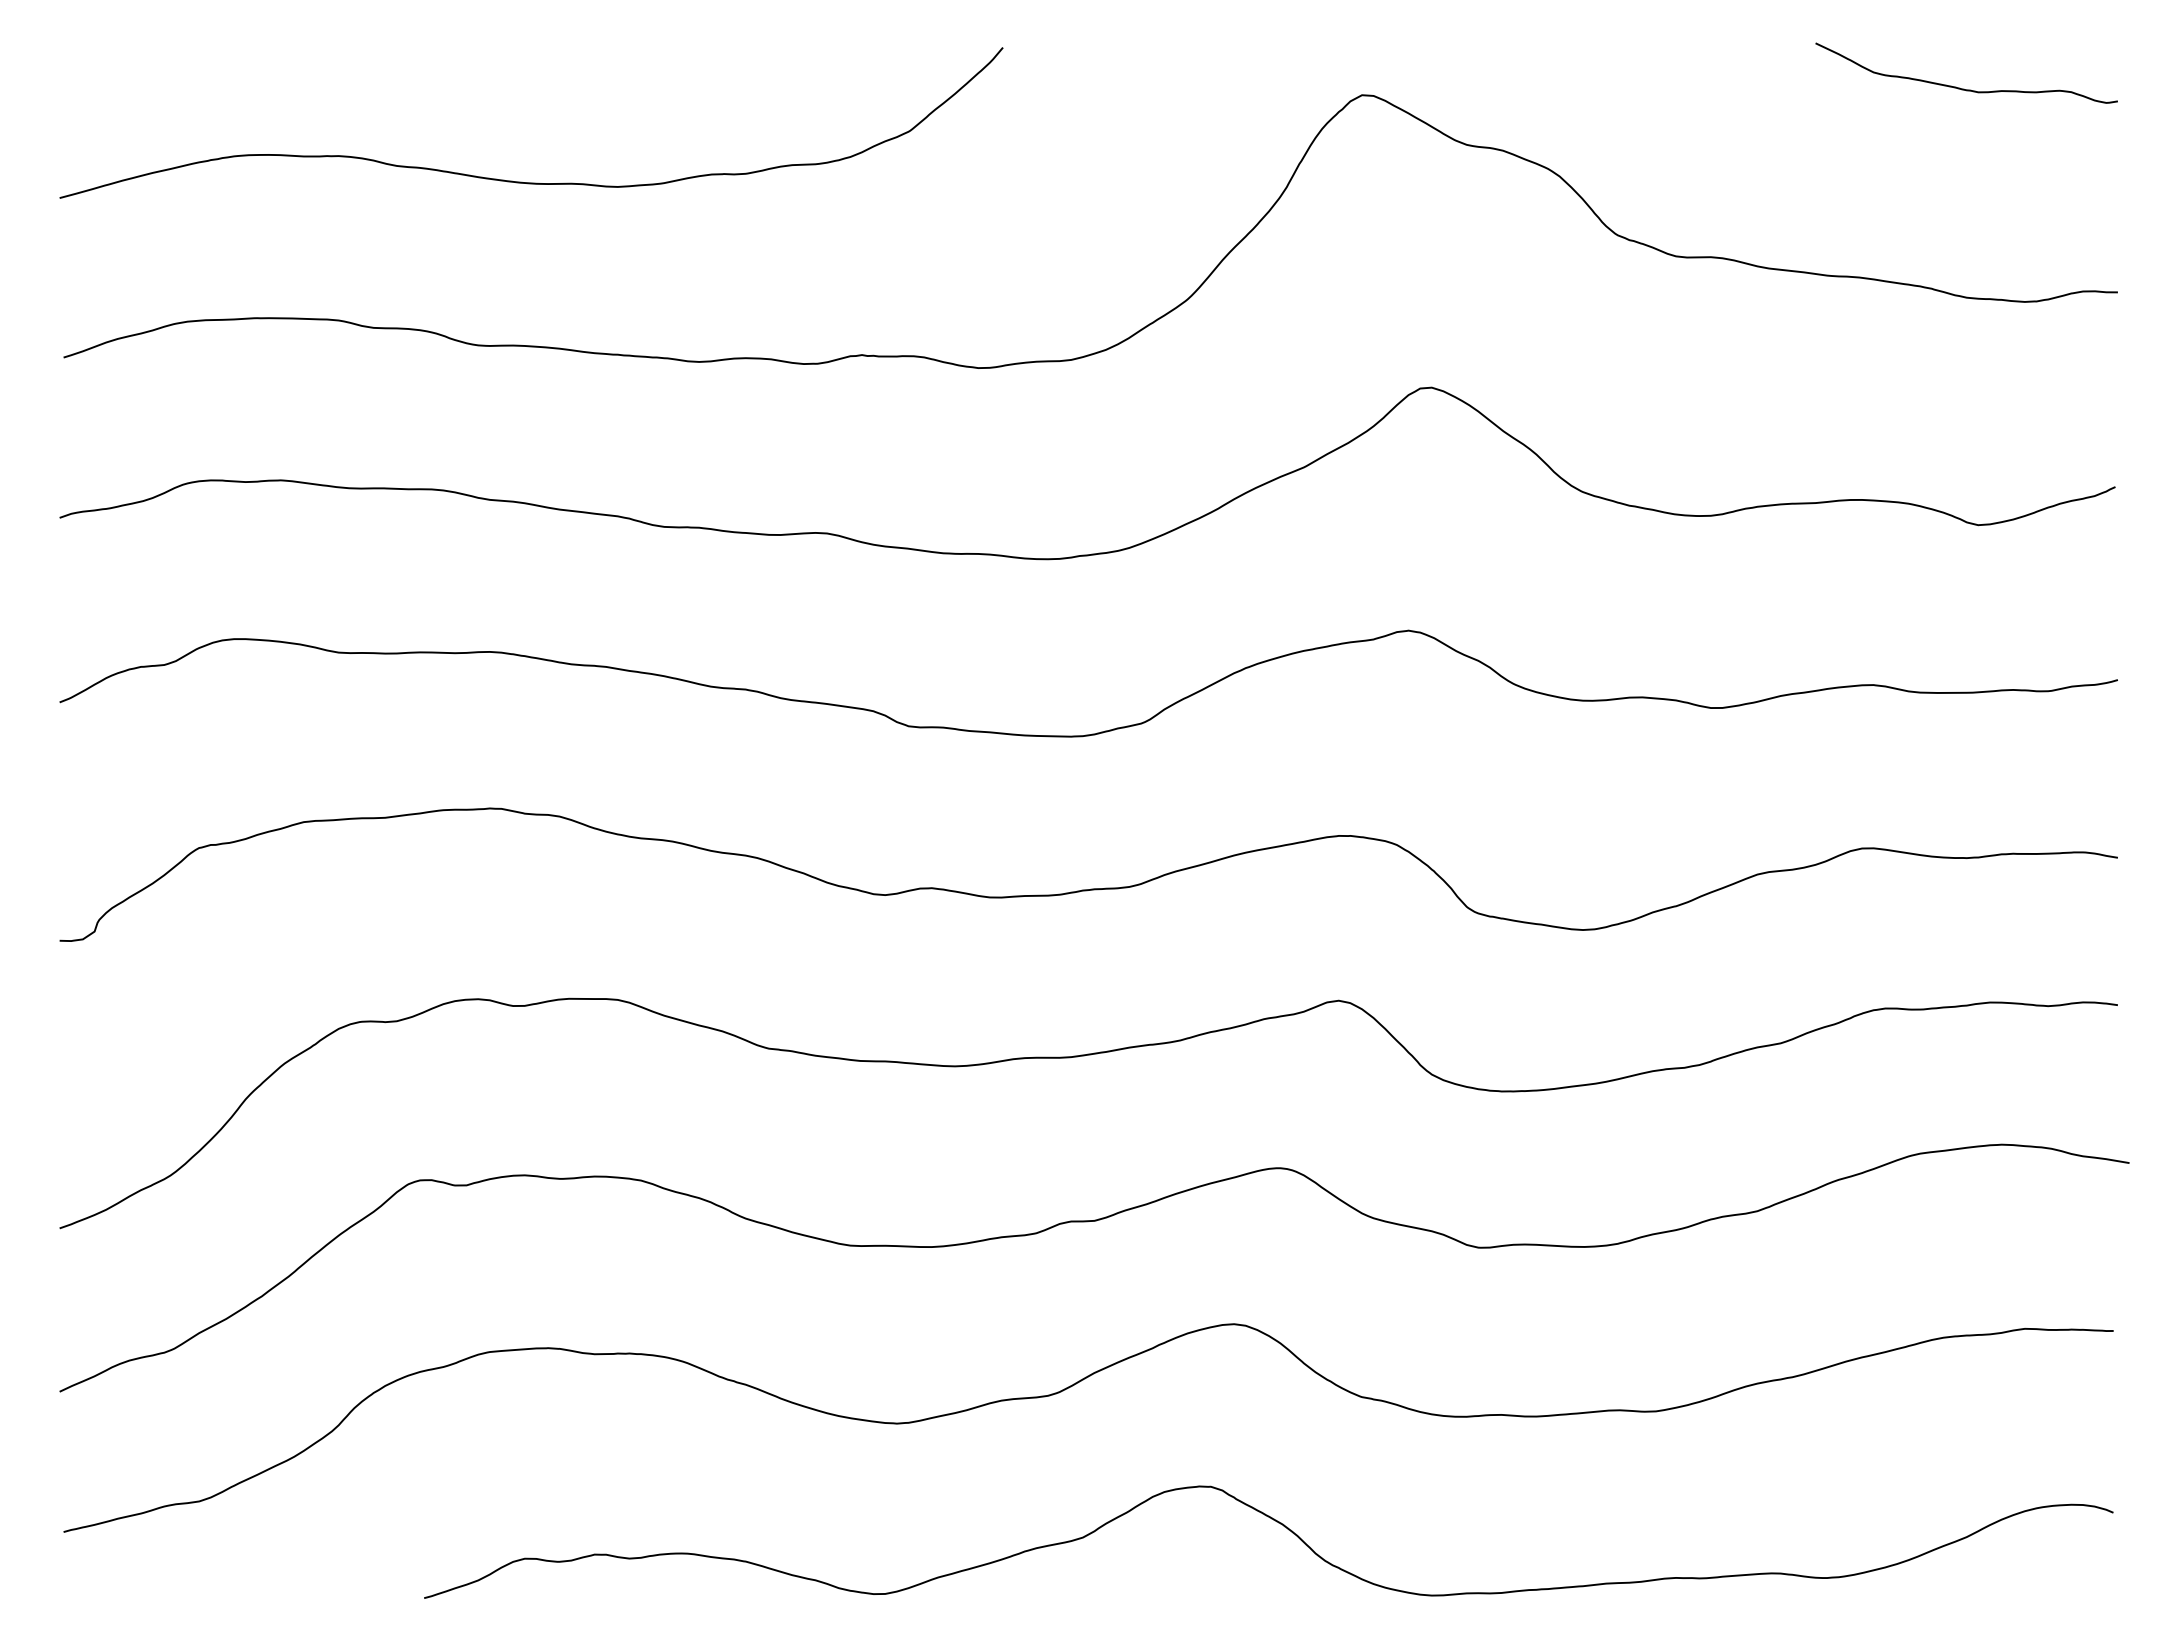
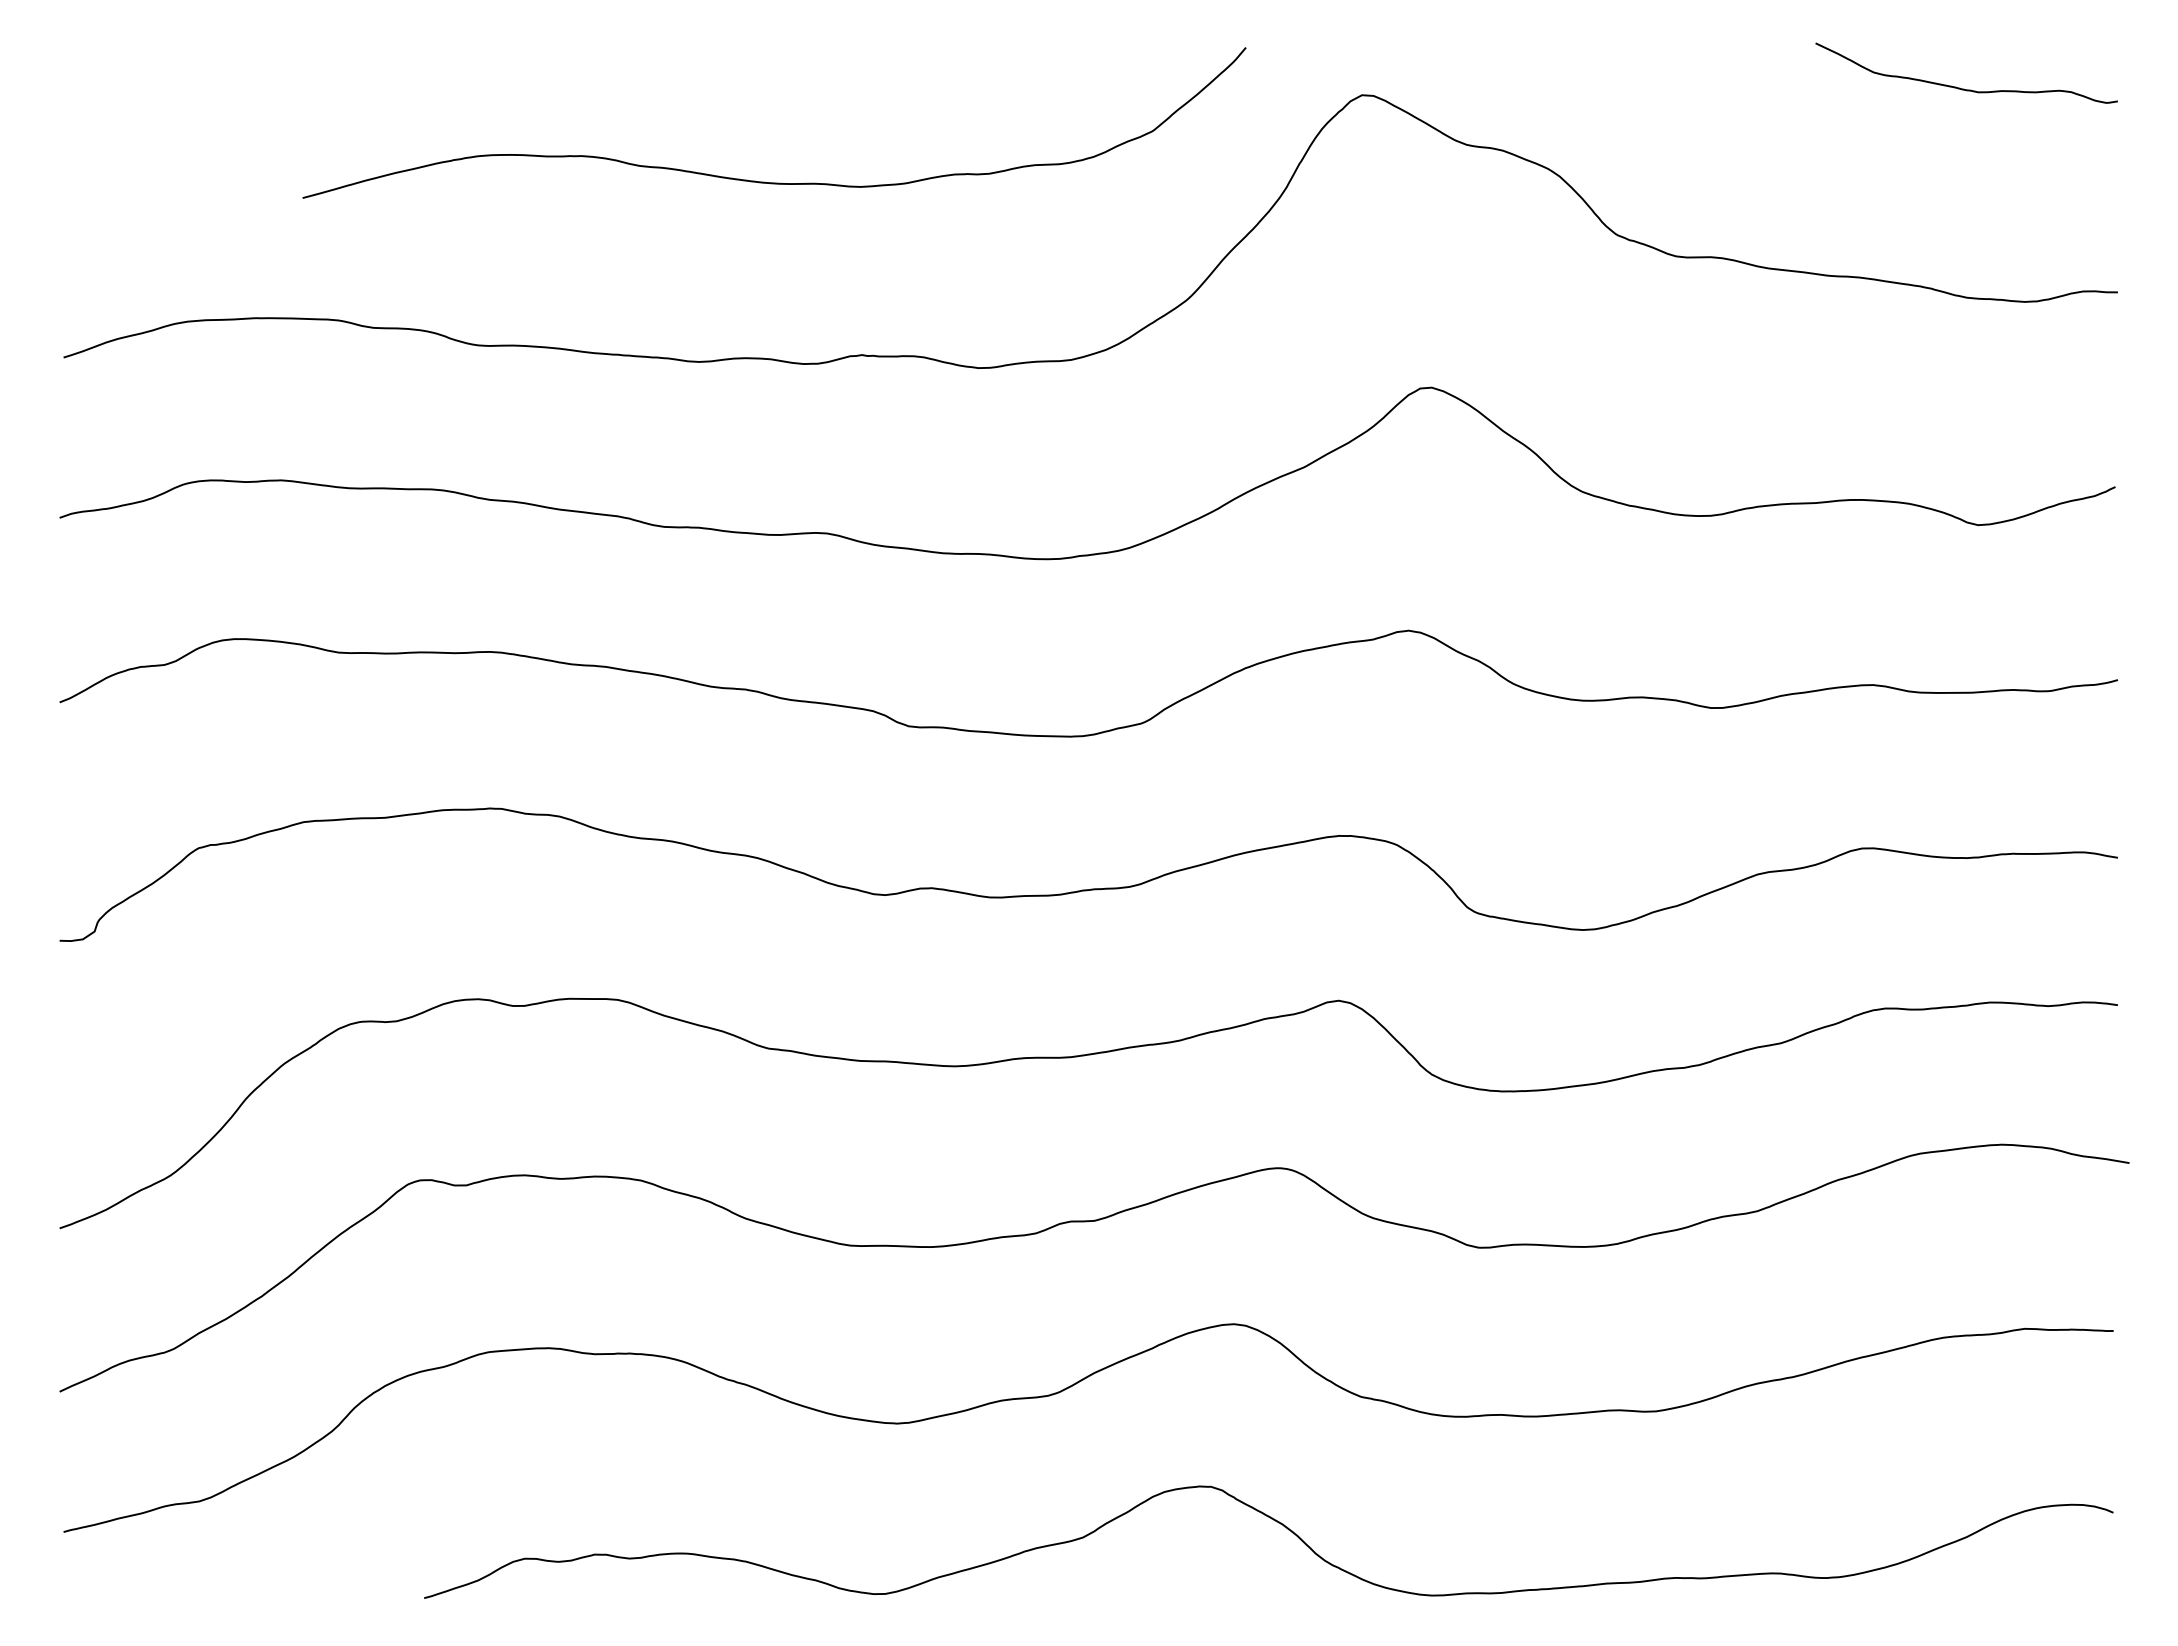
curve at (521, 181) position: (521, 181) -> (764, 181)
